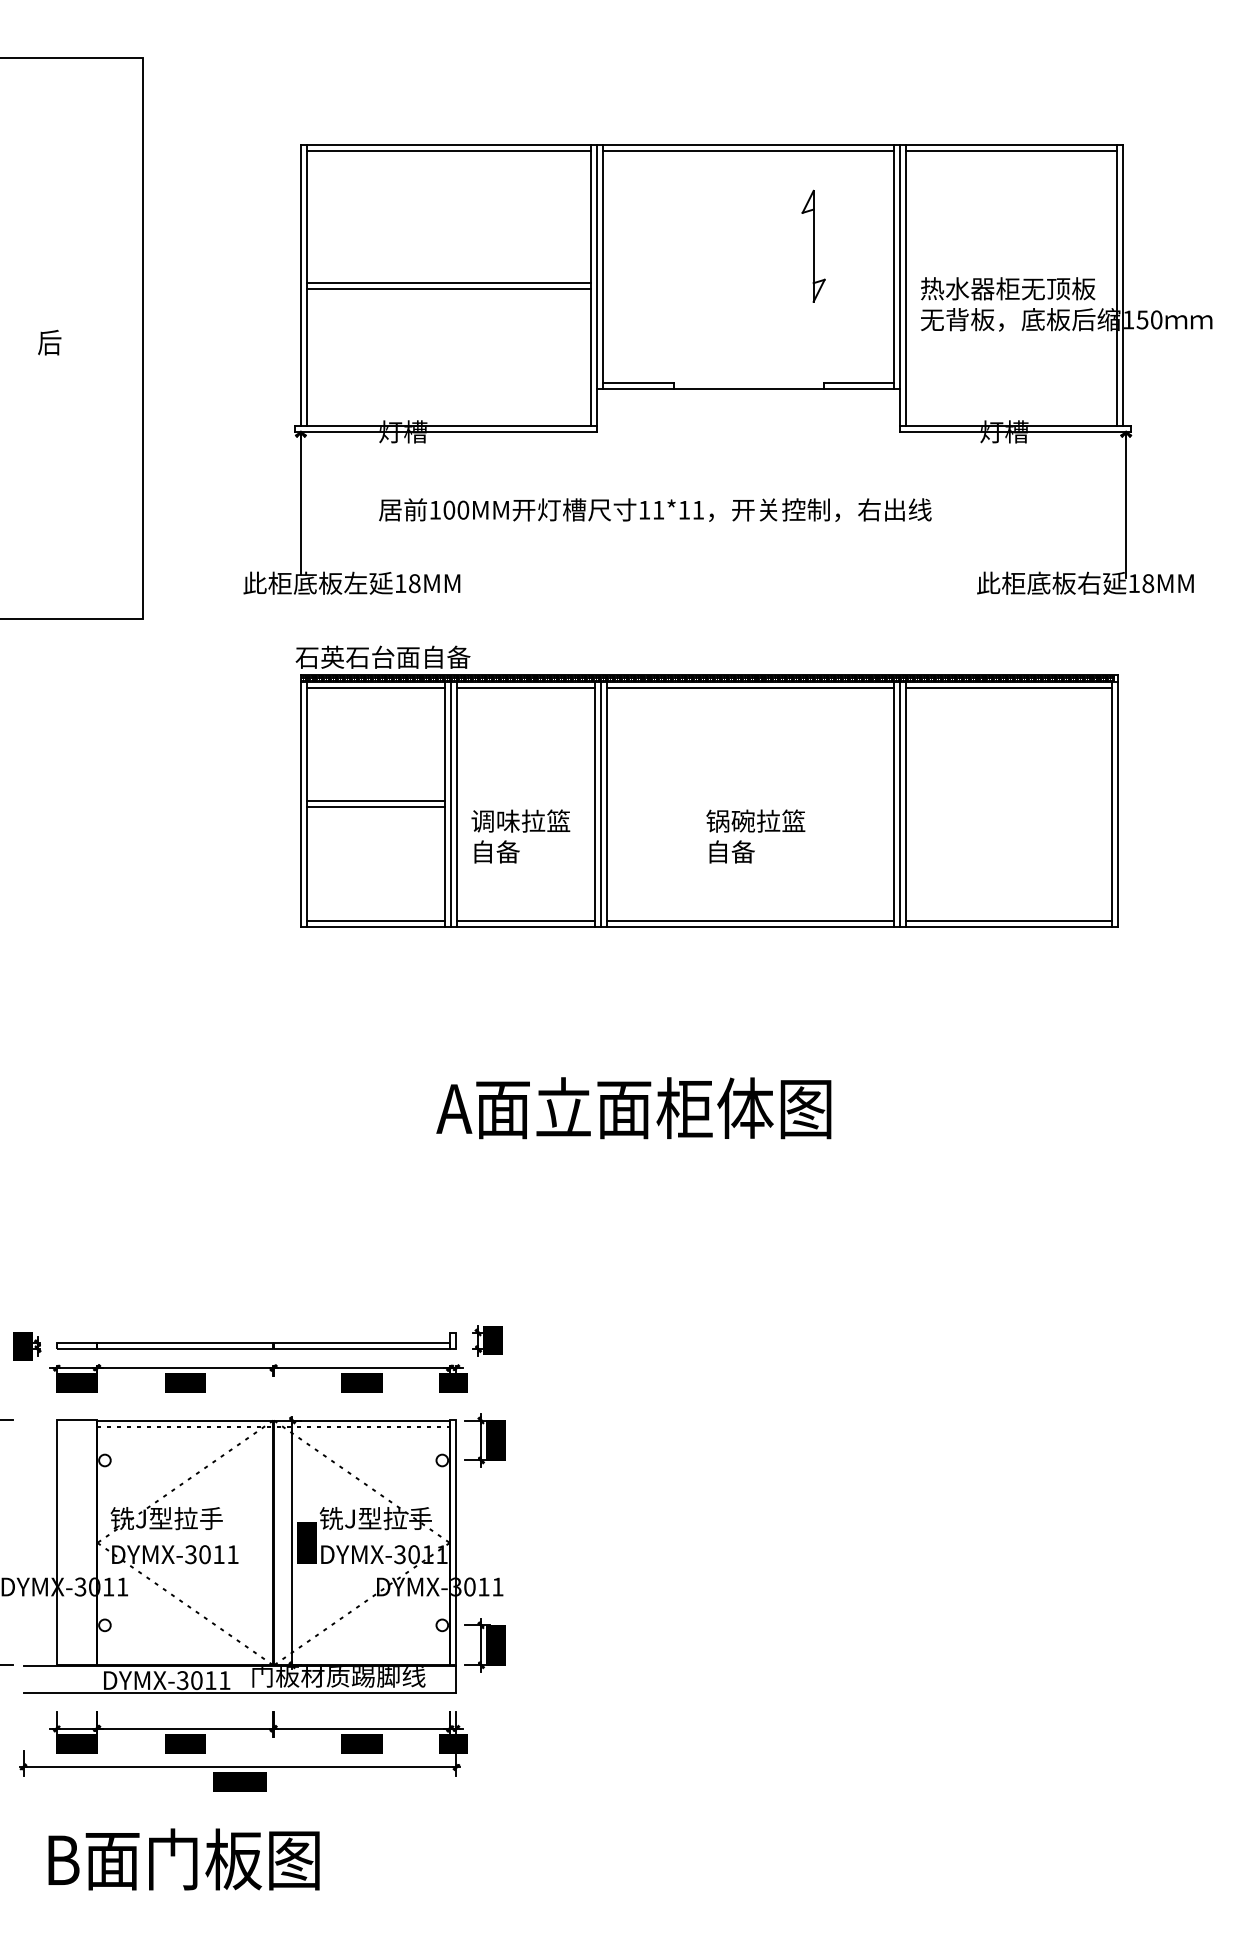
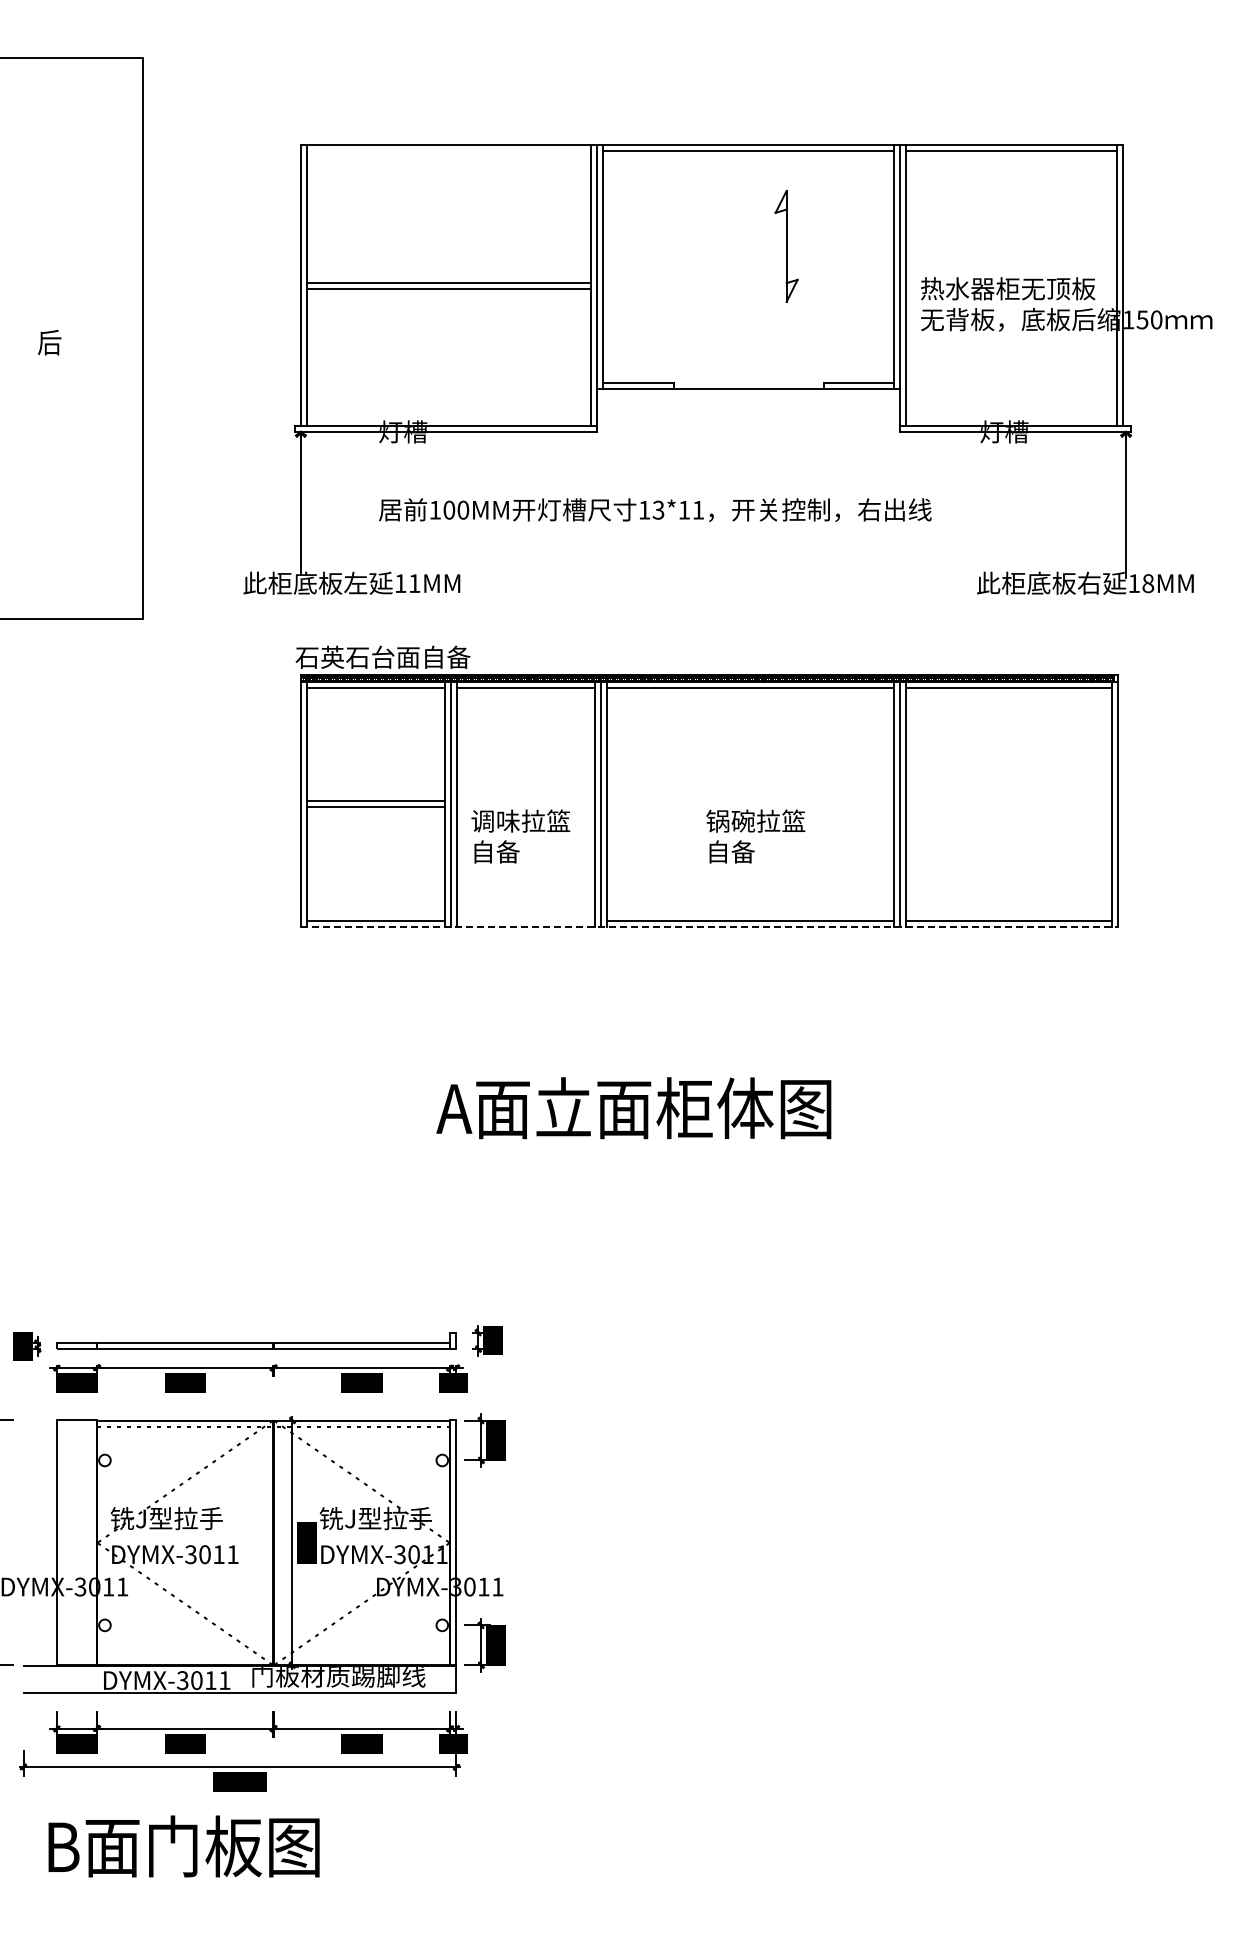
line at (448, 151): present -> none
part at (813, 245) position: (813, 245) -> (786, 245)
text at (658, 509): 11*11 -> 13*11
text at (414, 583): 18MM -> 11MM
line at (525, 921): present -> none
line at (709, 927): solid -> dashed
text at (183, 1859) position: (183, 1859) -> (183, 1846)
